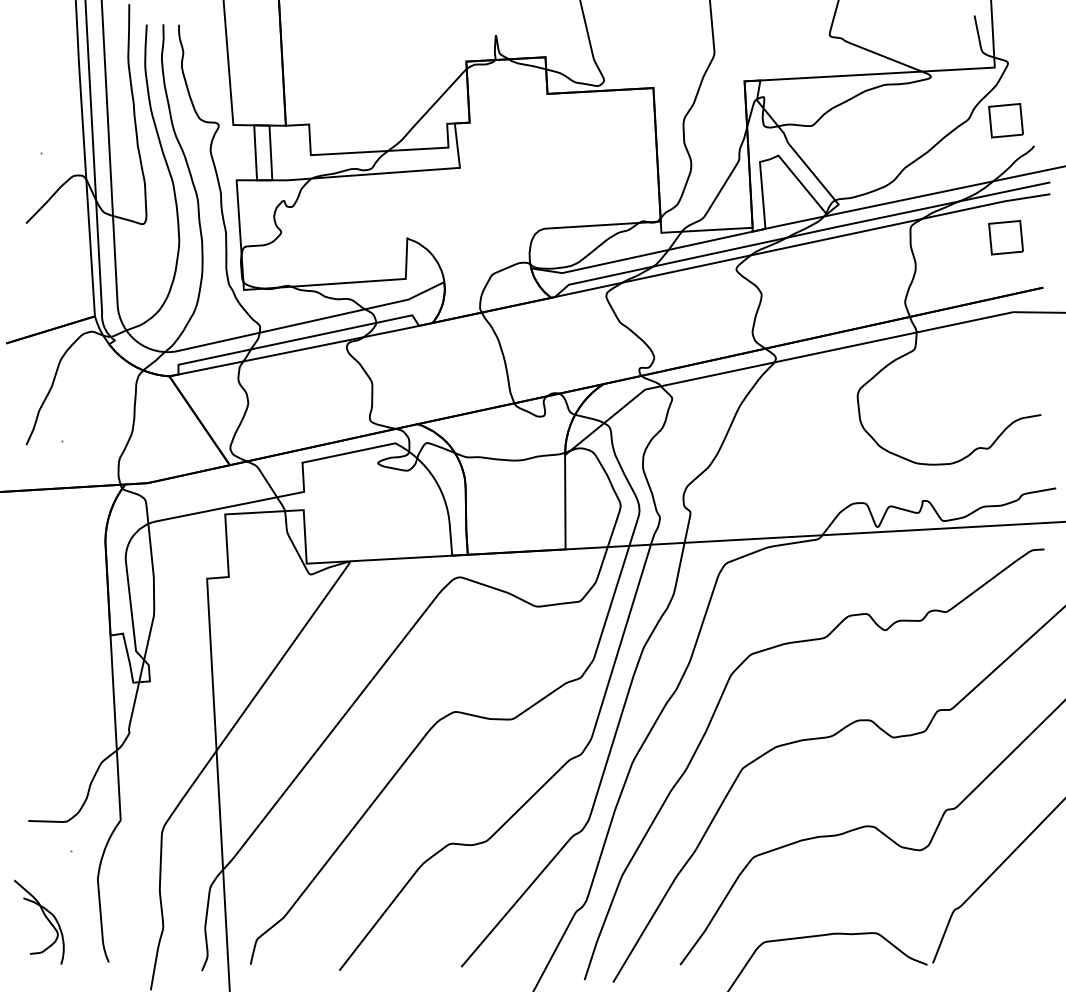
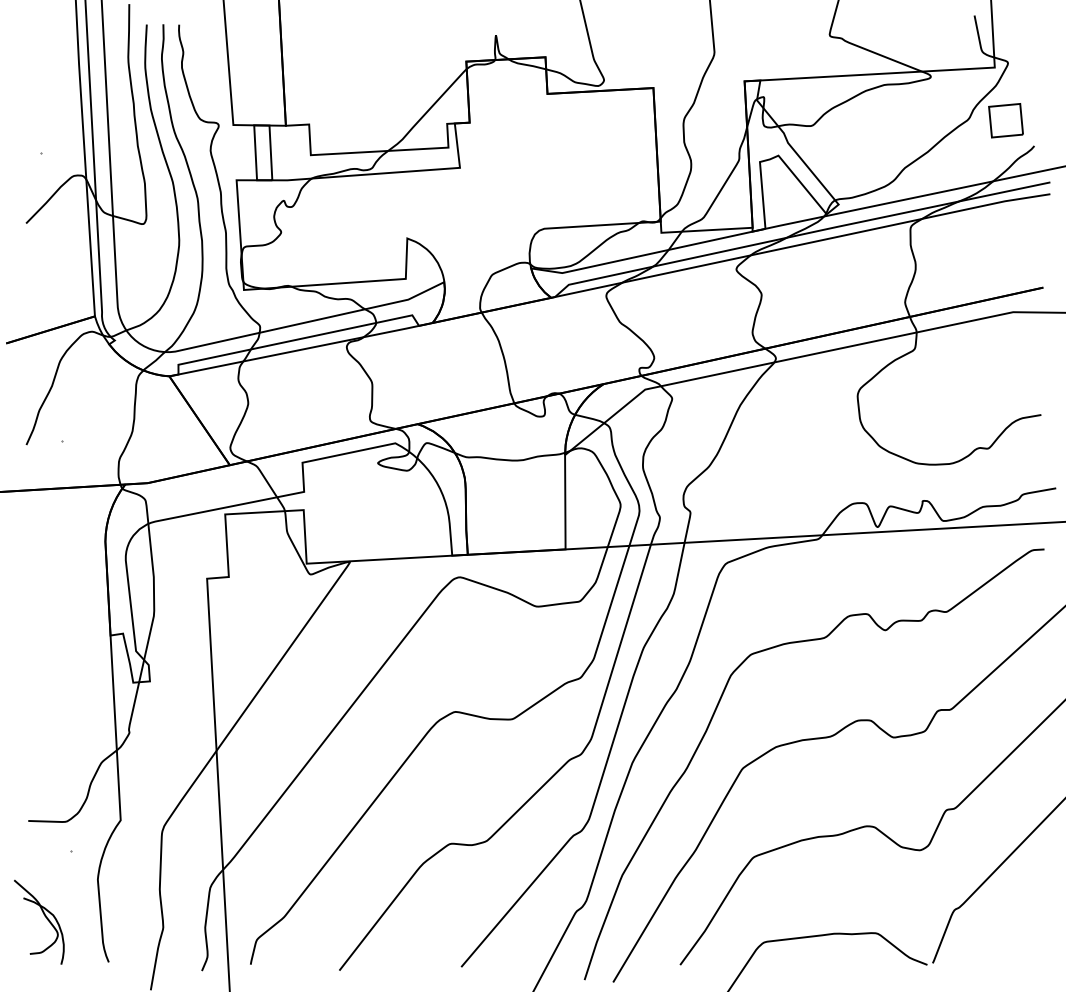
part at (1005, 237): present -> none
